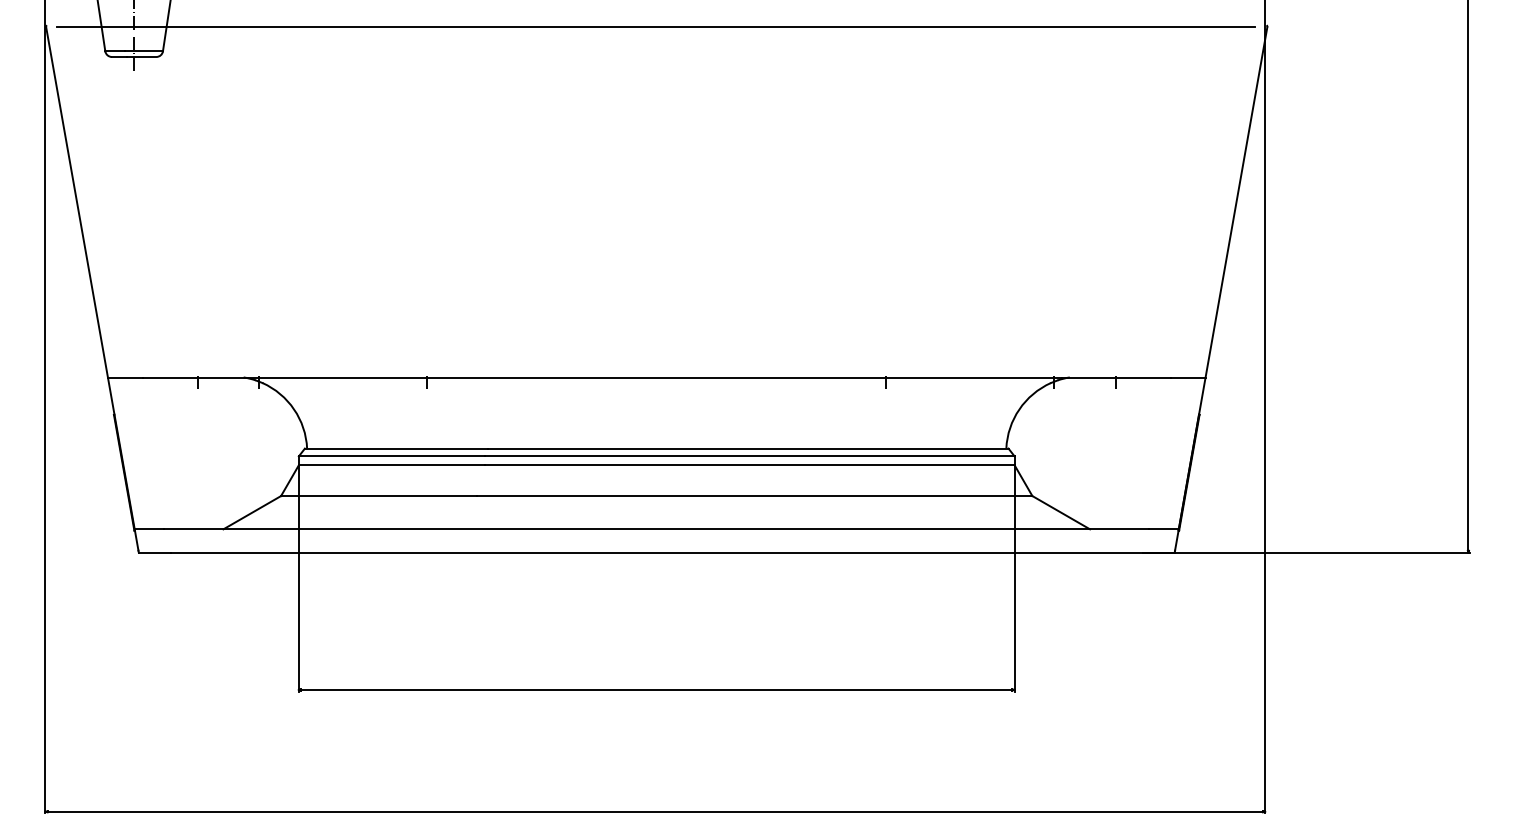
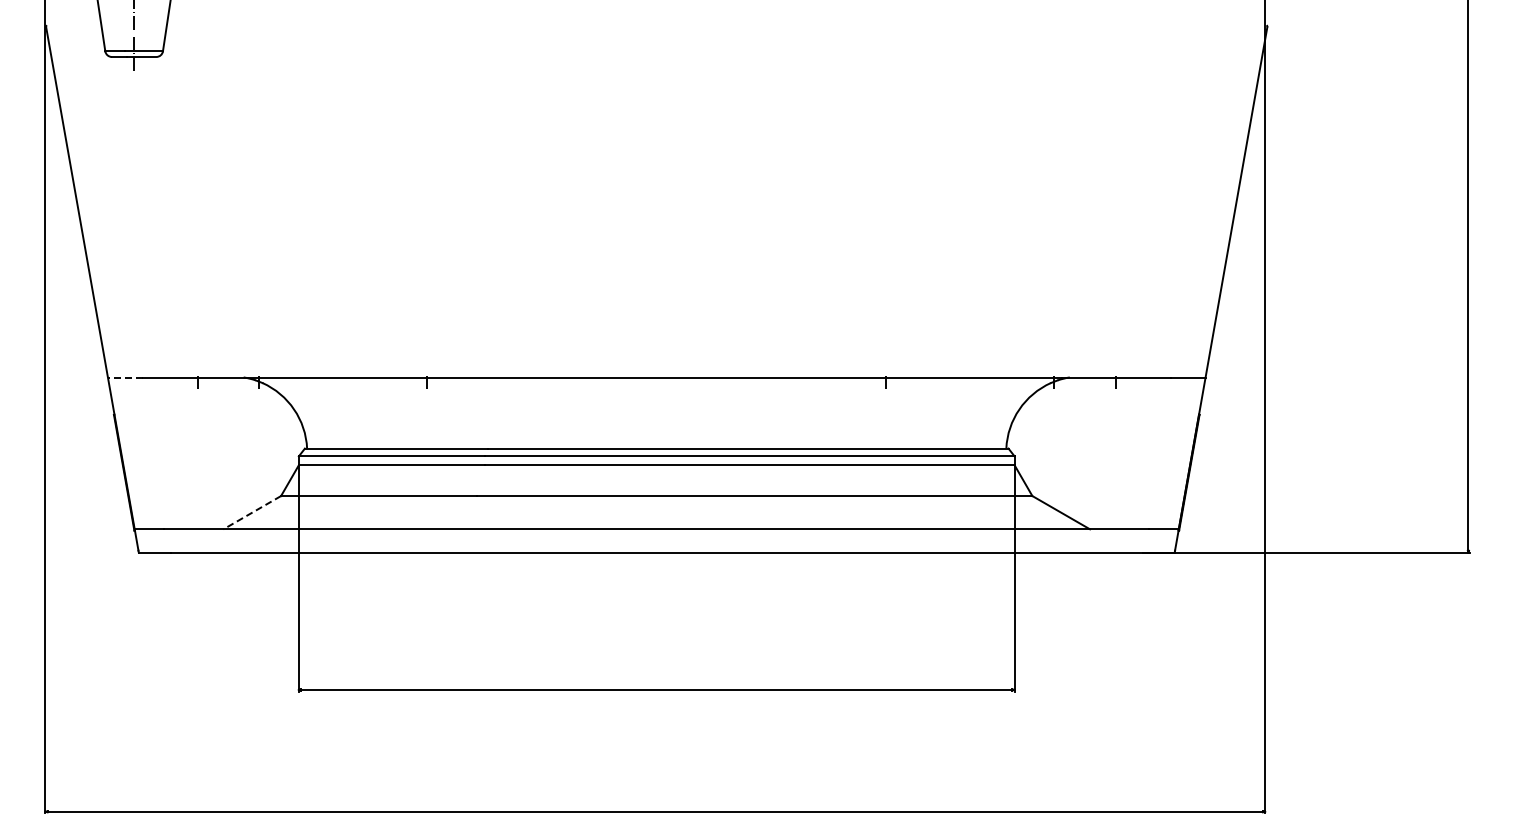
line at (656, 26): present -> none
line at (124, 377): solid -> dashed
line at (251, 512): solid -> dashed
